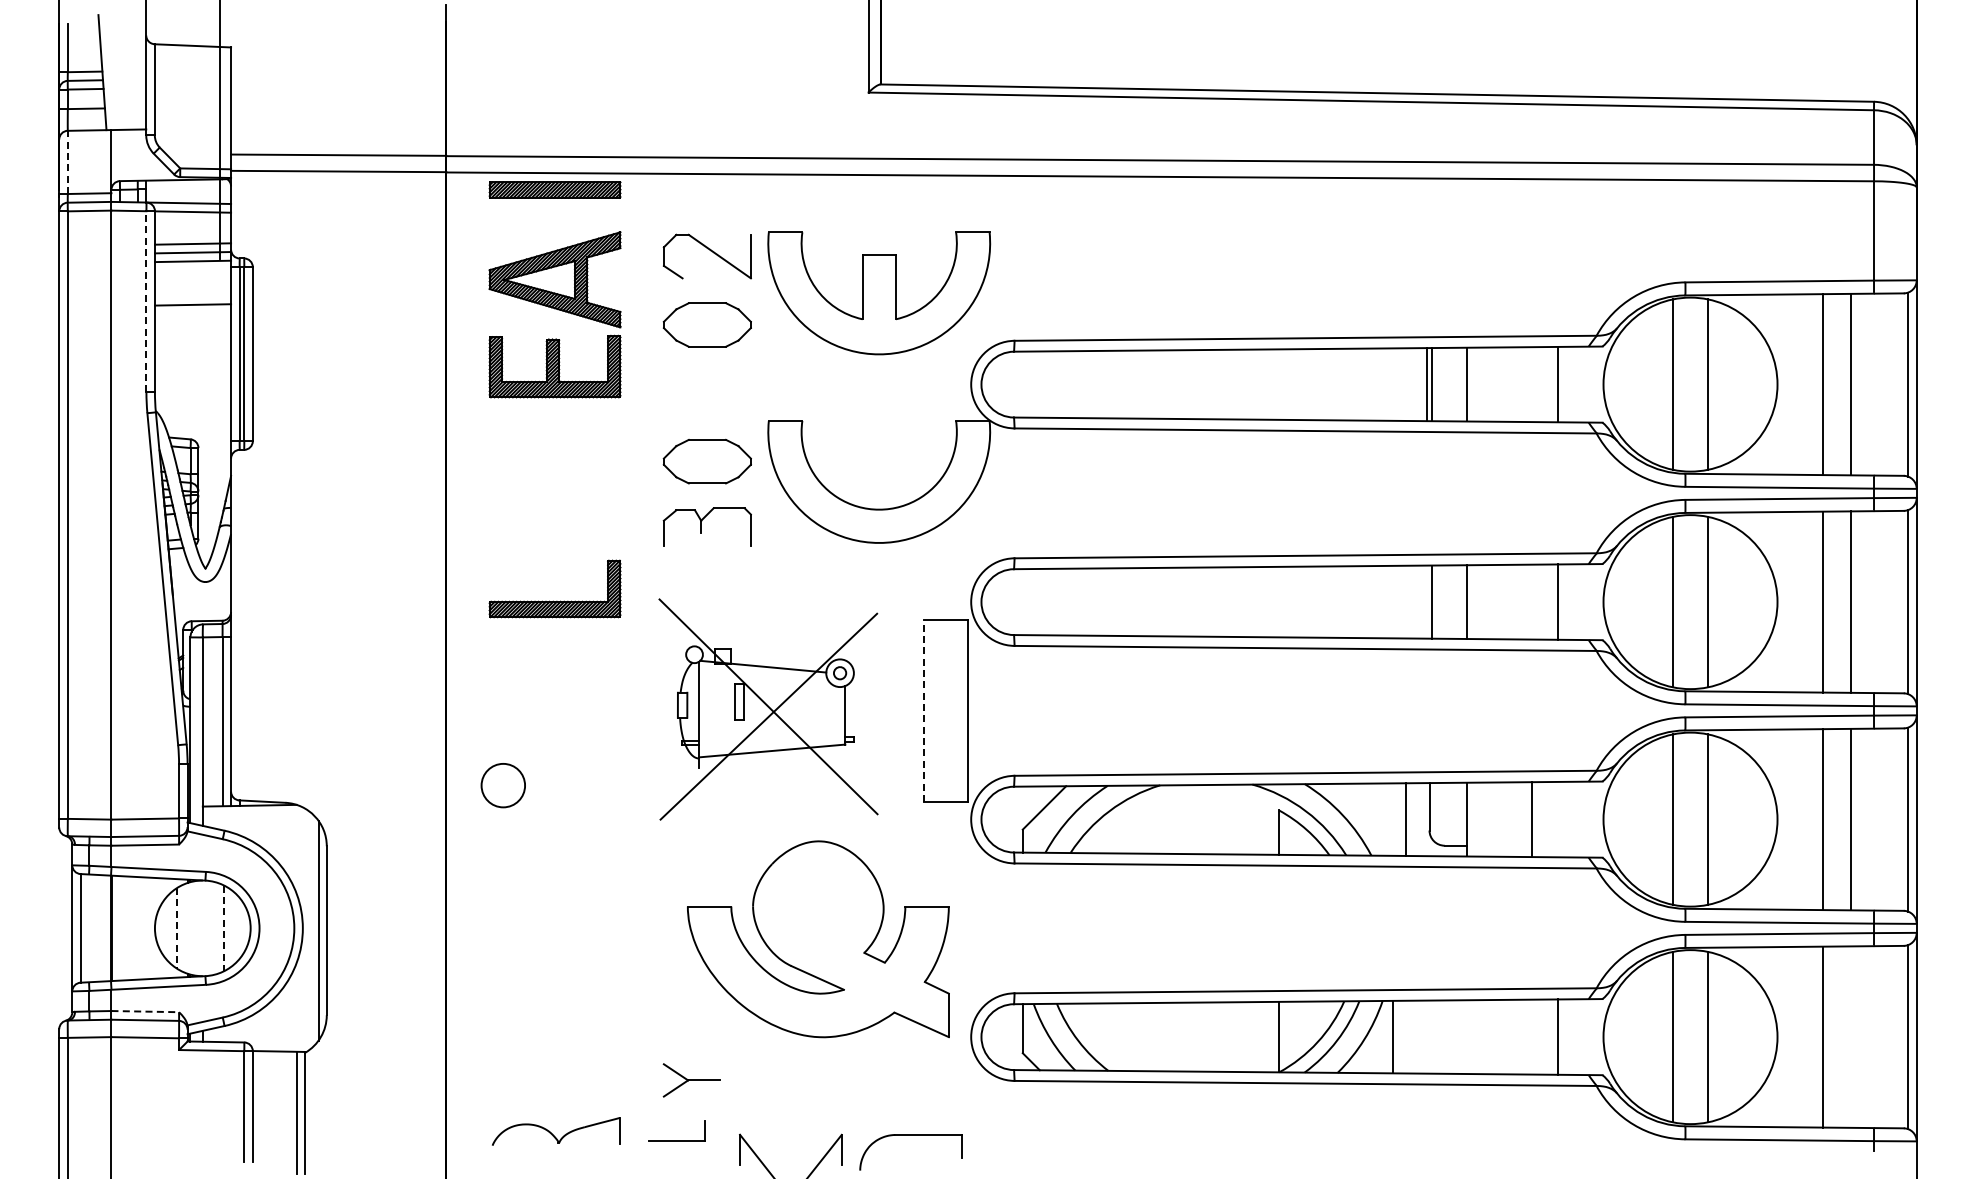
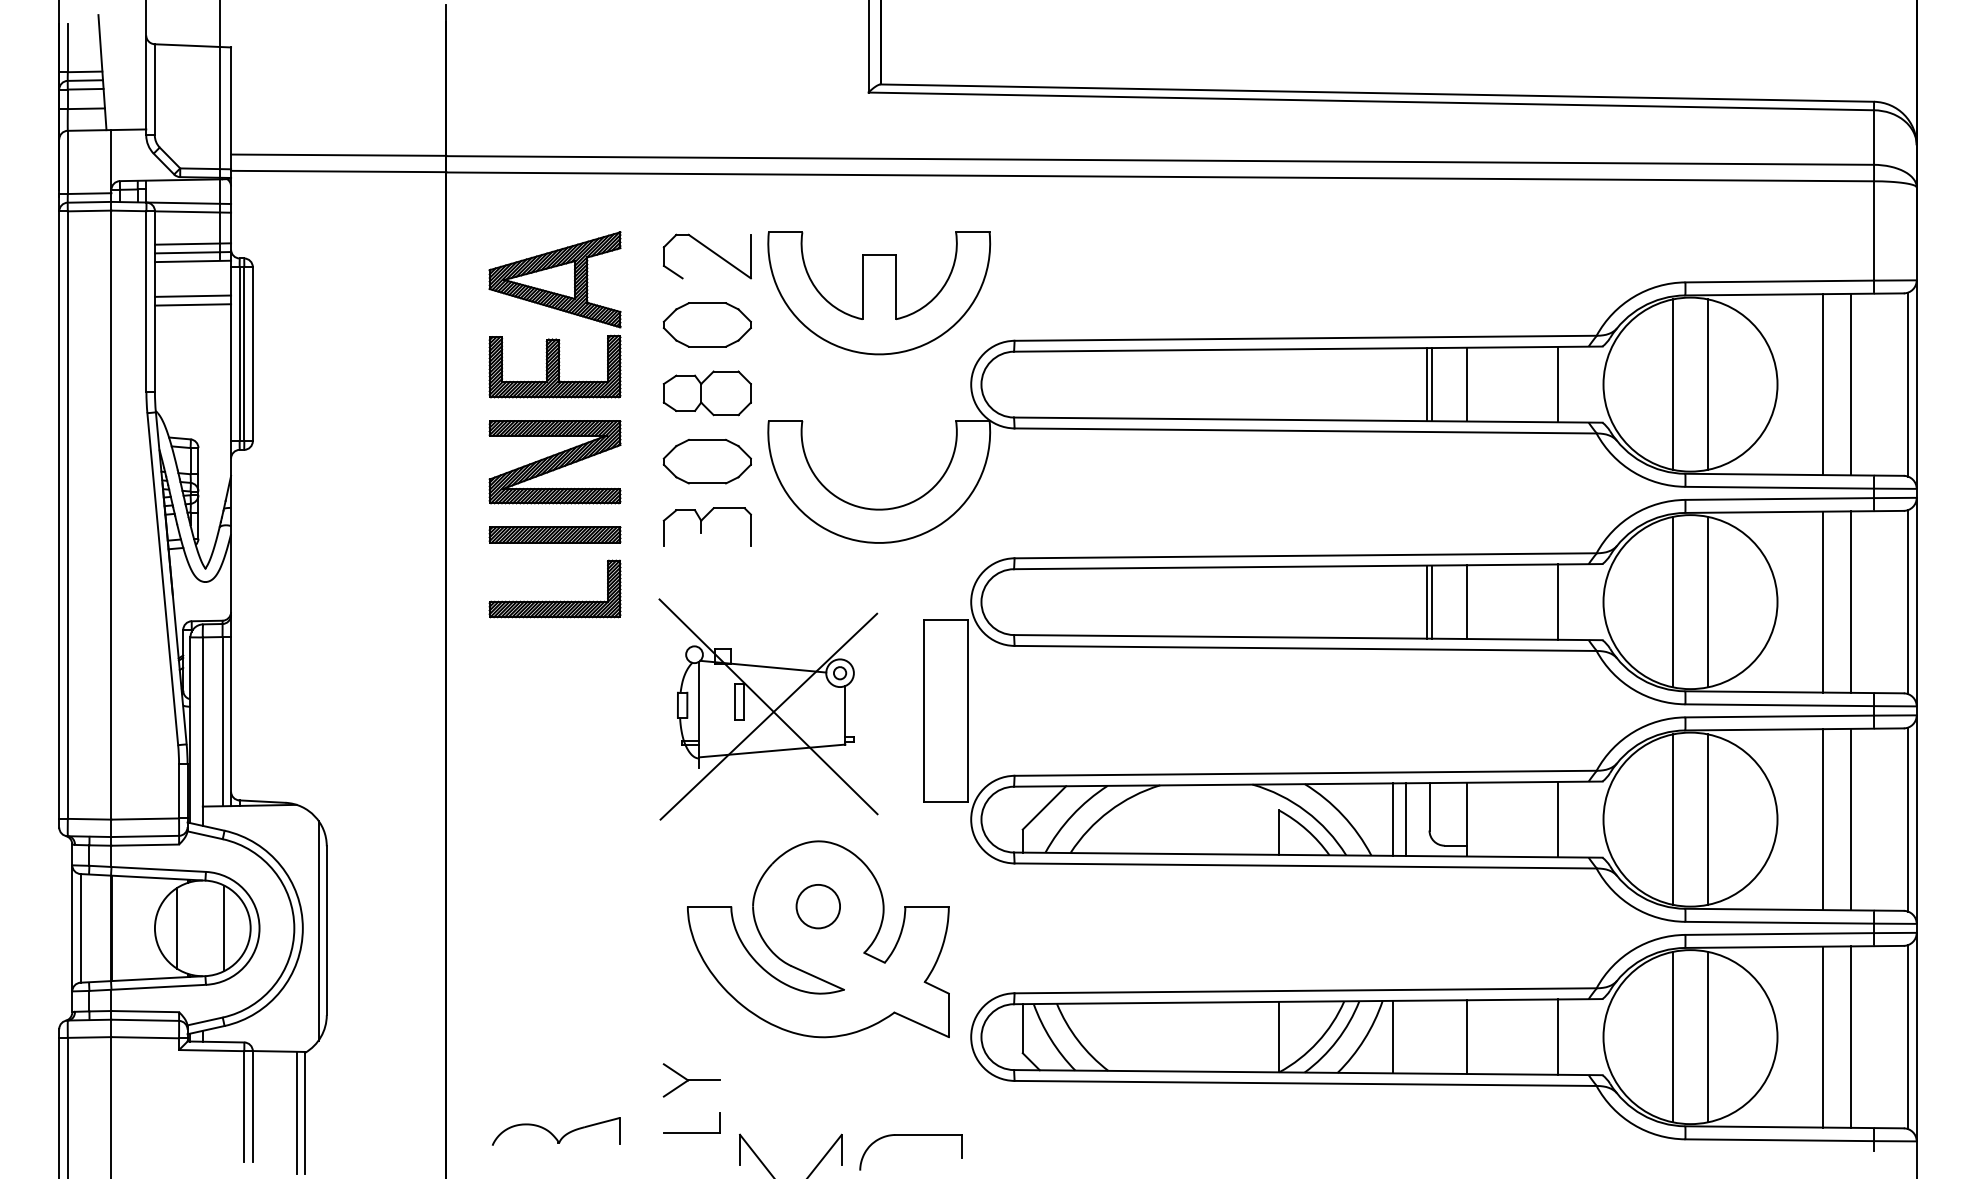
line at (67, 162): dashed -> solid
part at (554, 189) position: (554, 189) -> (554, 534)
line at (192, 295): none -> present
line at (146, 301): dashed -> solid
part at (706, 393): none -> present
part at (554, 462): none -> present
line at (1427, 601): none -> present
line at (924, 710): dashed -> solid
part at (502, 785) position: (502, 785) -> (817, 906)
line at (1392, 819): none -> present
line at (1531, 819) position: (1531, 819) -> (1557, 819)
line at (177, 928): dashed -> solid
line at (224, 928): dashed -> solid
line at (145, 1011): dashed -> solid
line at (1466, 1036): none -> present
line at (1851, 1036): none -> present
part at (676, 1140) position: (676, 1140) -> (691, 1132)
